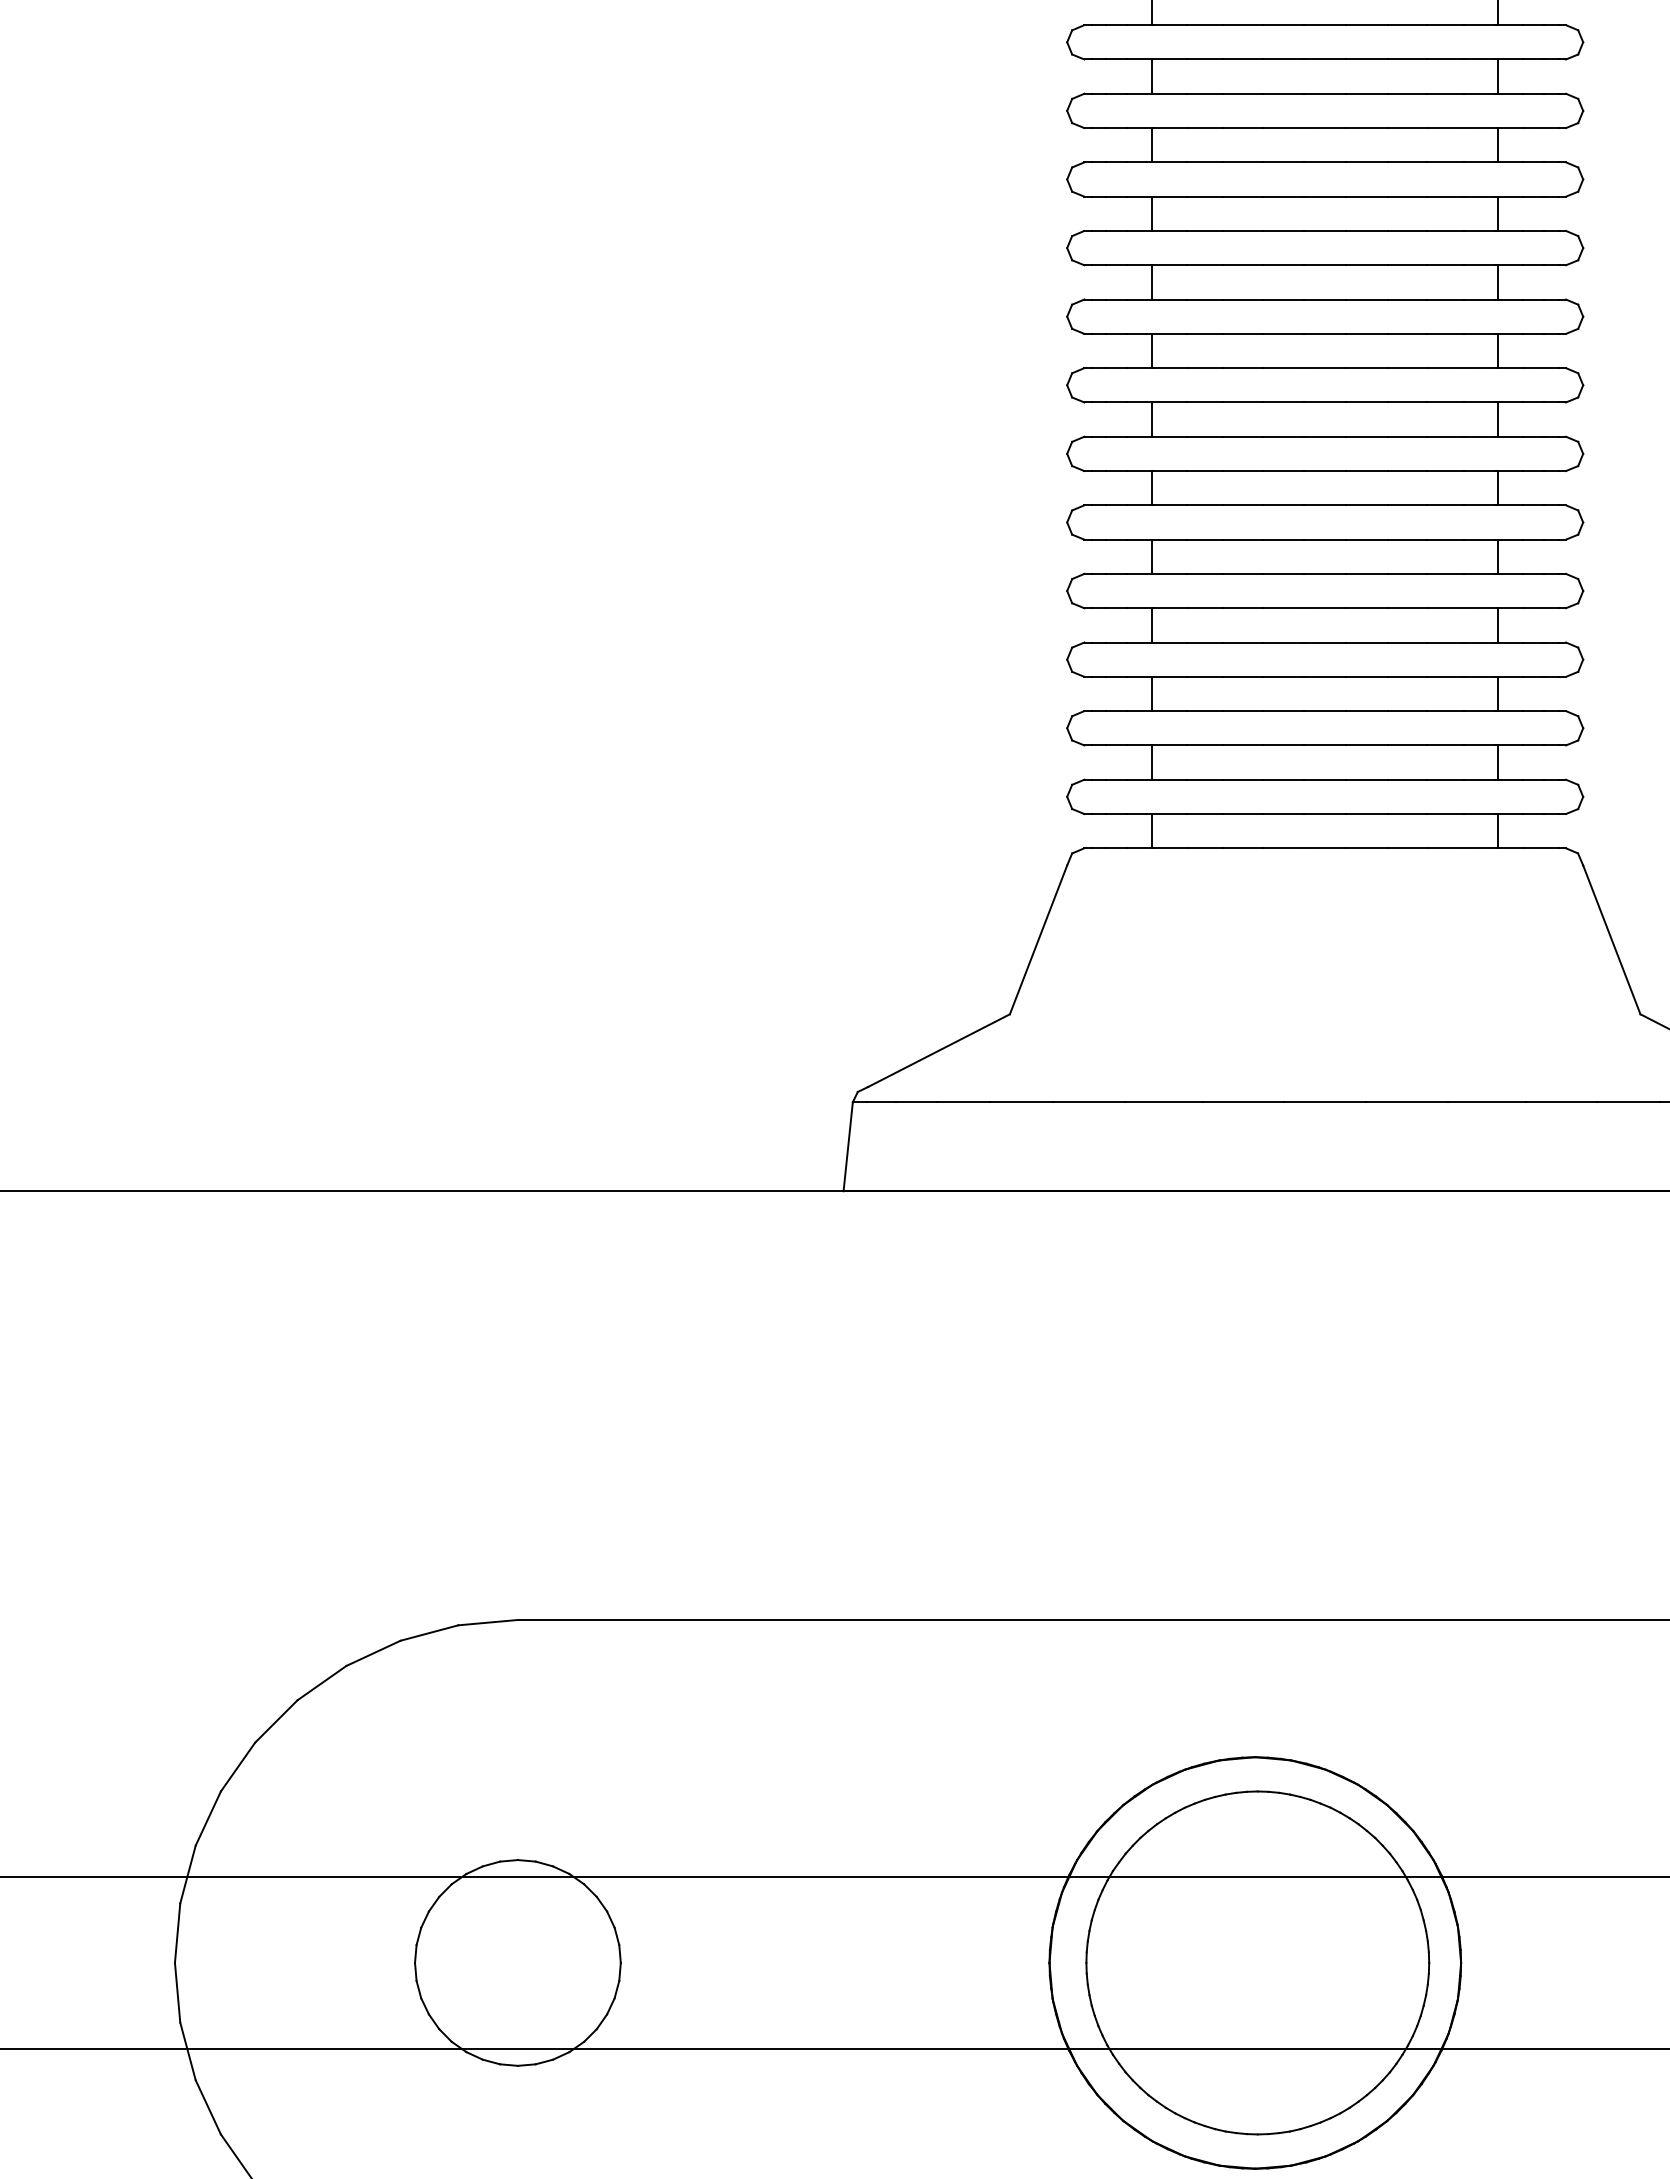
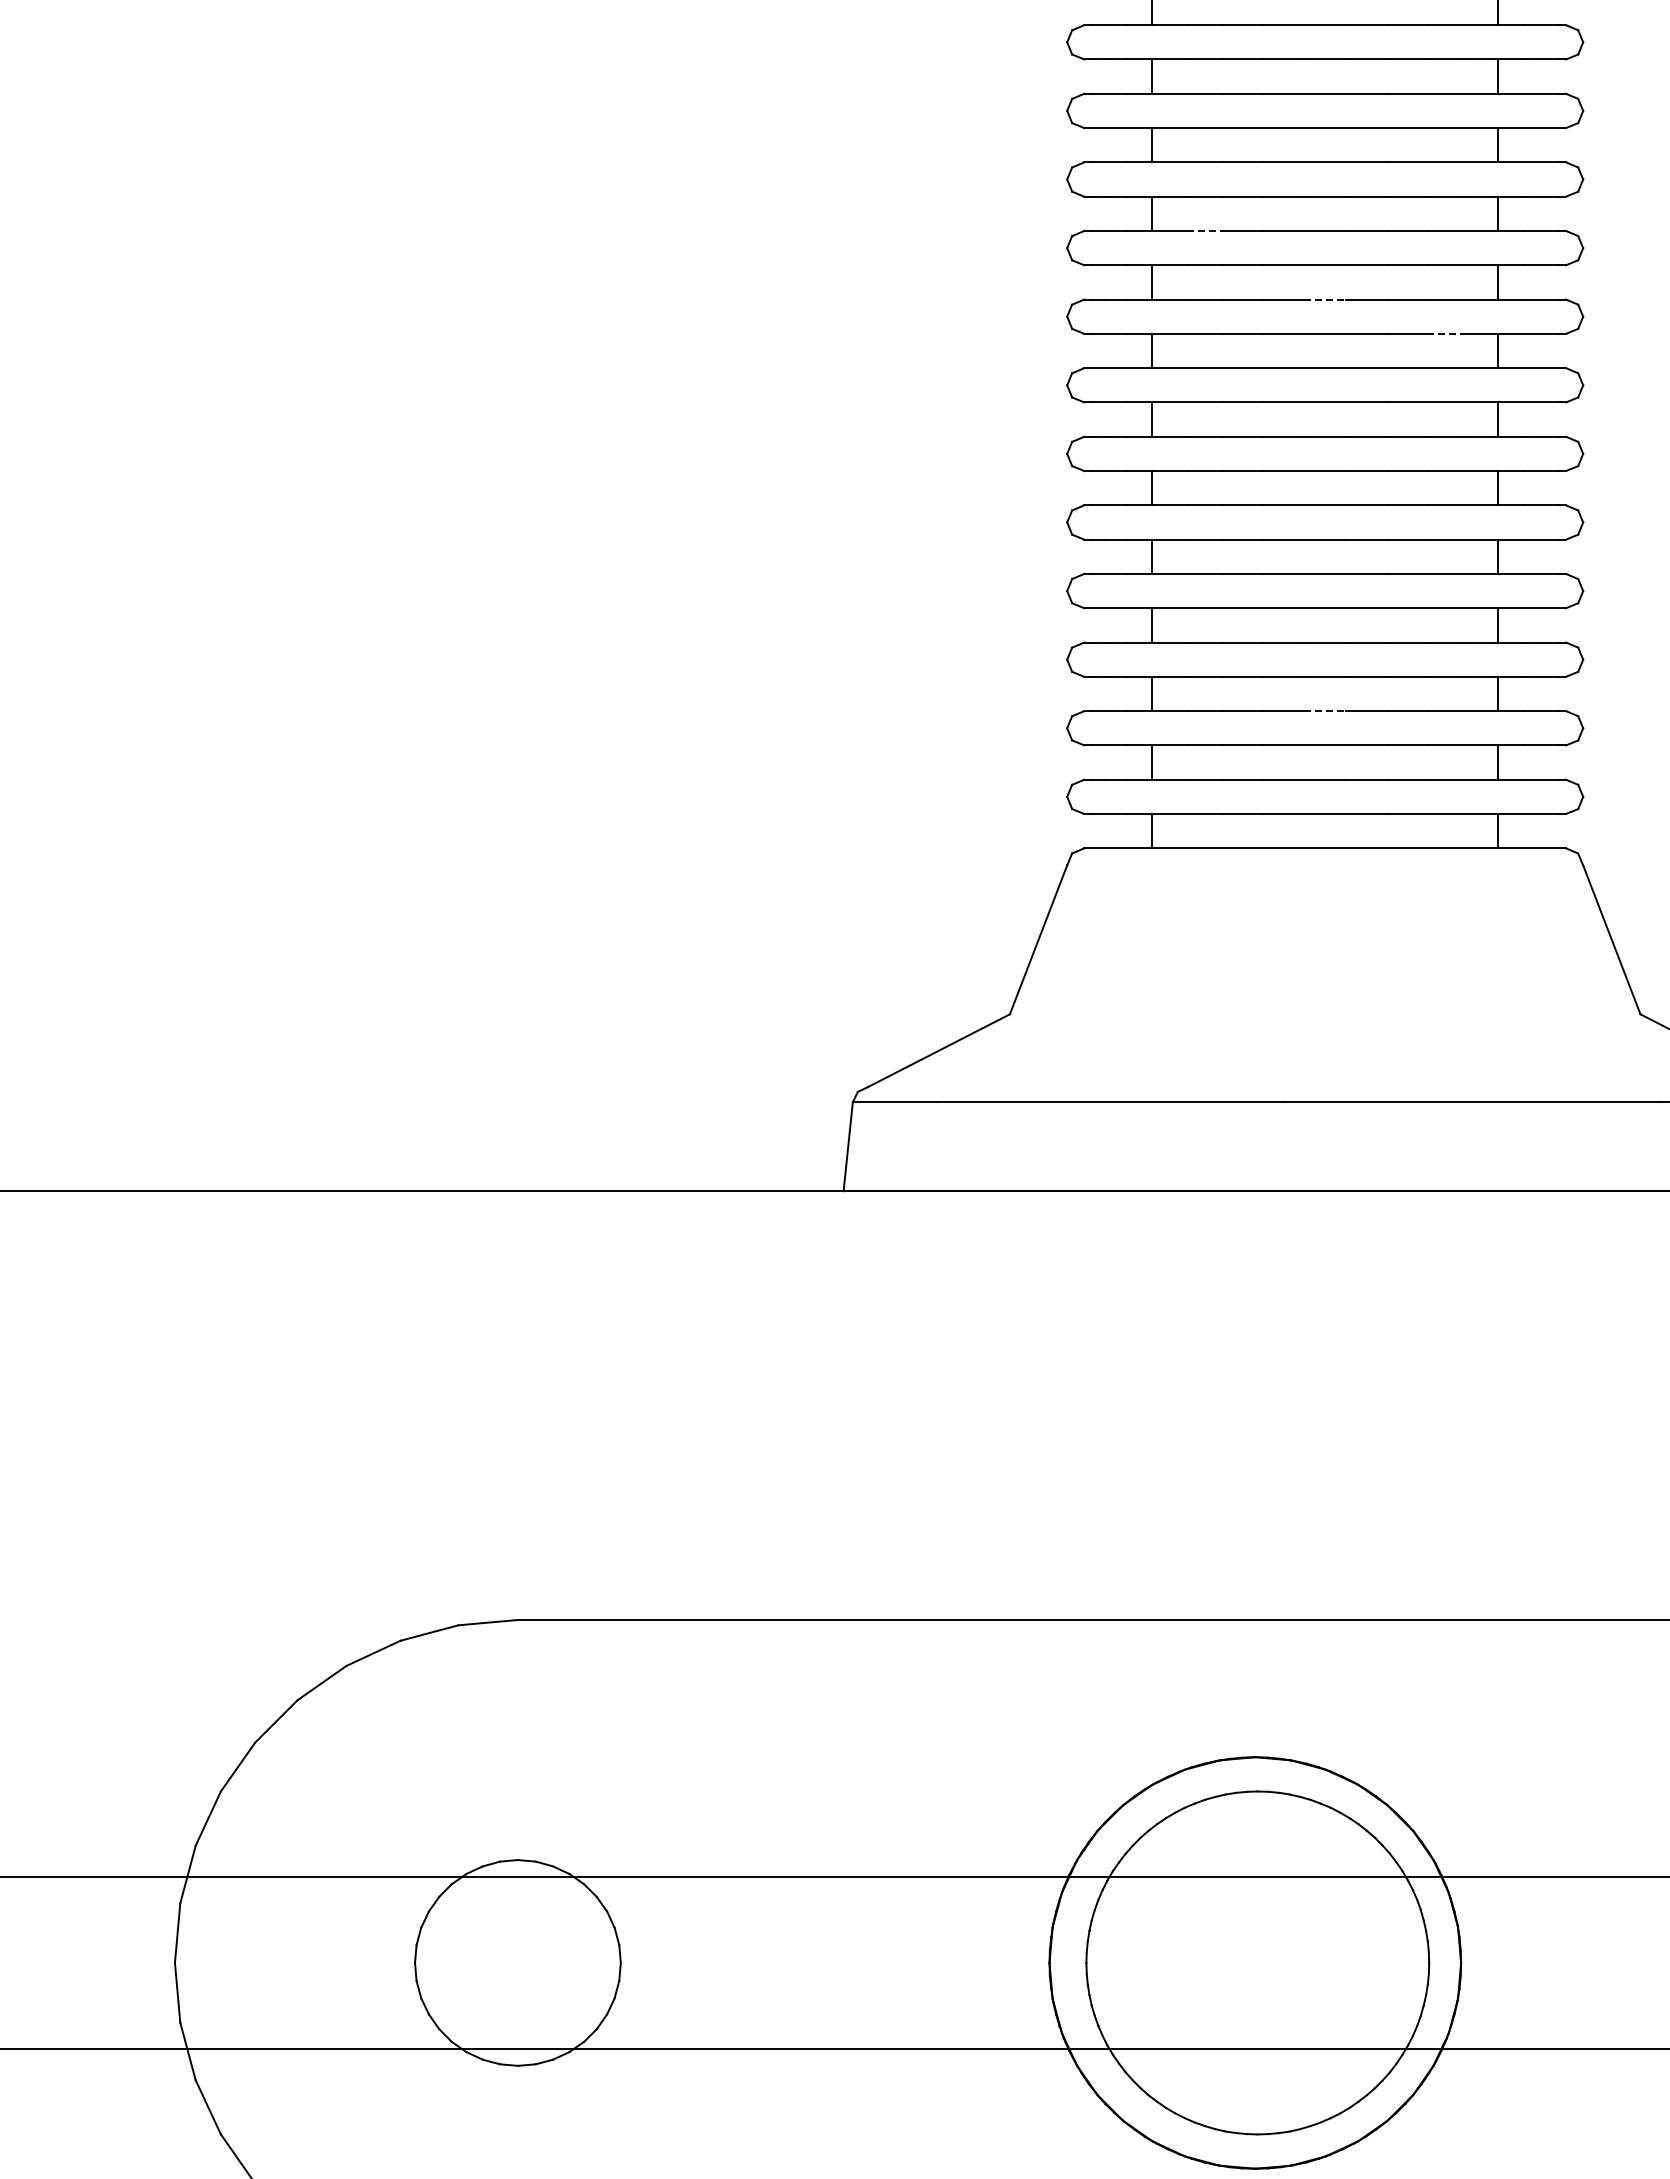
line at (1205, 230): solid -> dashed
line at (1325, 299): solid -> dashed
line at (1446, 333): solid -> dashed
line at (1325, 711): solid -> dashed
